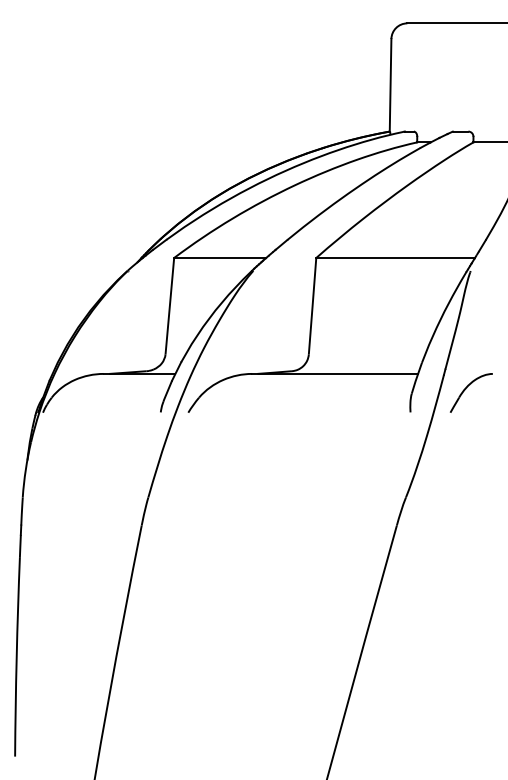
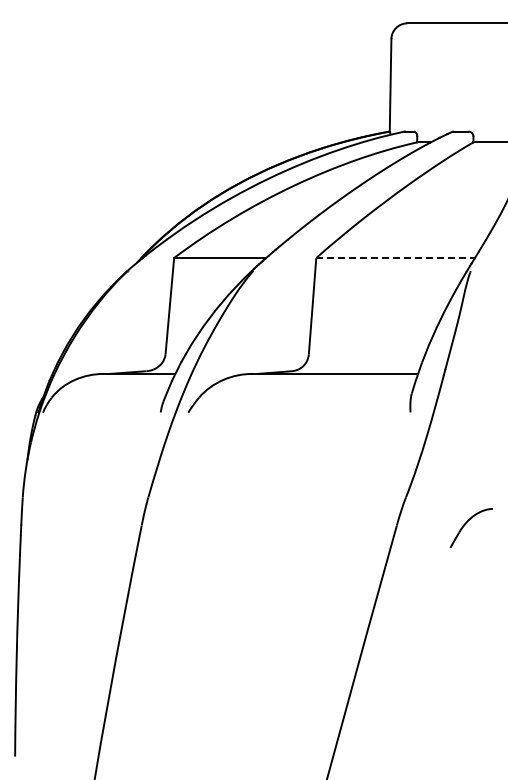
line at (396, 257): solid -> dashed
part at (470, 392) position: (470, 392) -> (470, 527)
